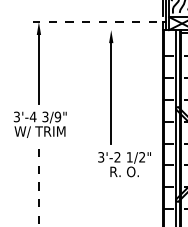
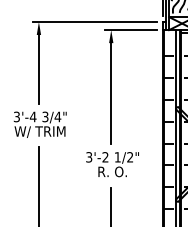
line at (94, 22): dashed -> solid
line at (130, 30): none -> present
text at (57, 116): 3/9" -> 3/4"
text at (124, 164) position: (124, 164) -> (112, 164)
line at (38, 186): dashed -> solid
line at (111, 205): none -> present
